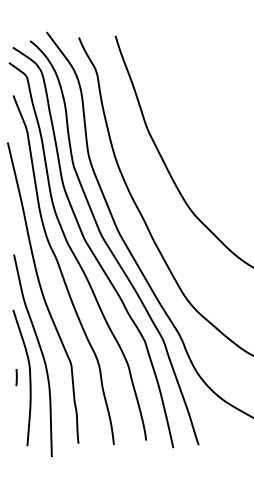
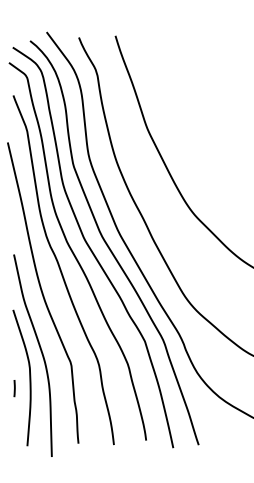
line at (16, 377) position: (16, 377) -> (14, 388)
